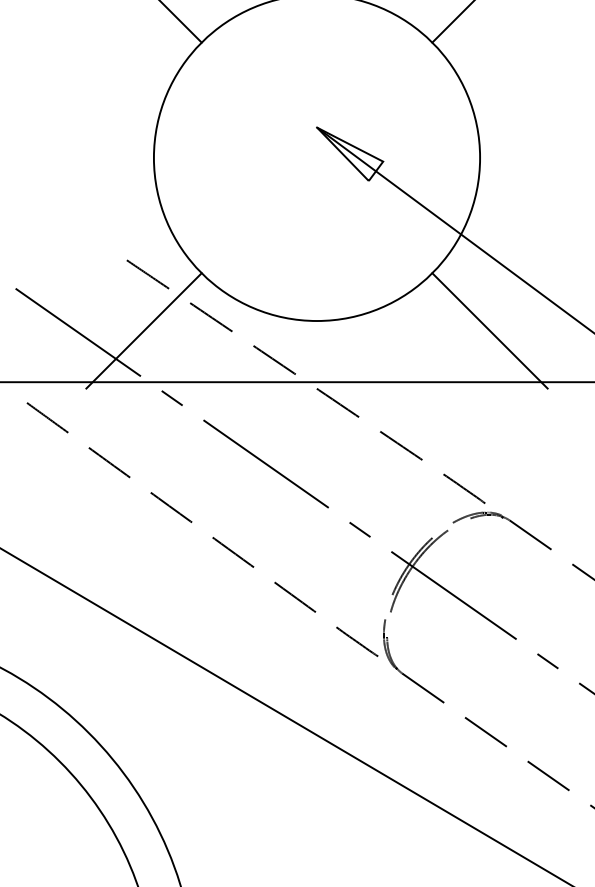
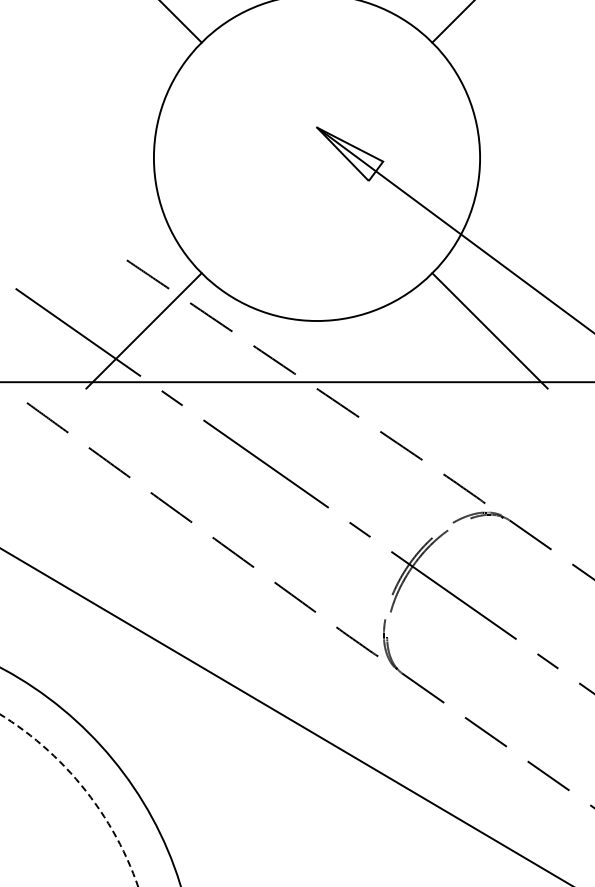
circle at (68, 800): solid -> dashed
